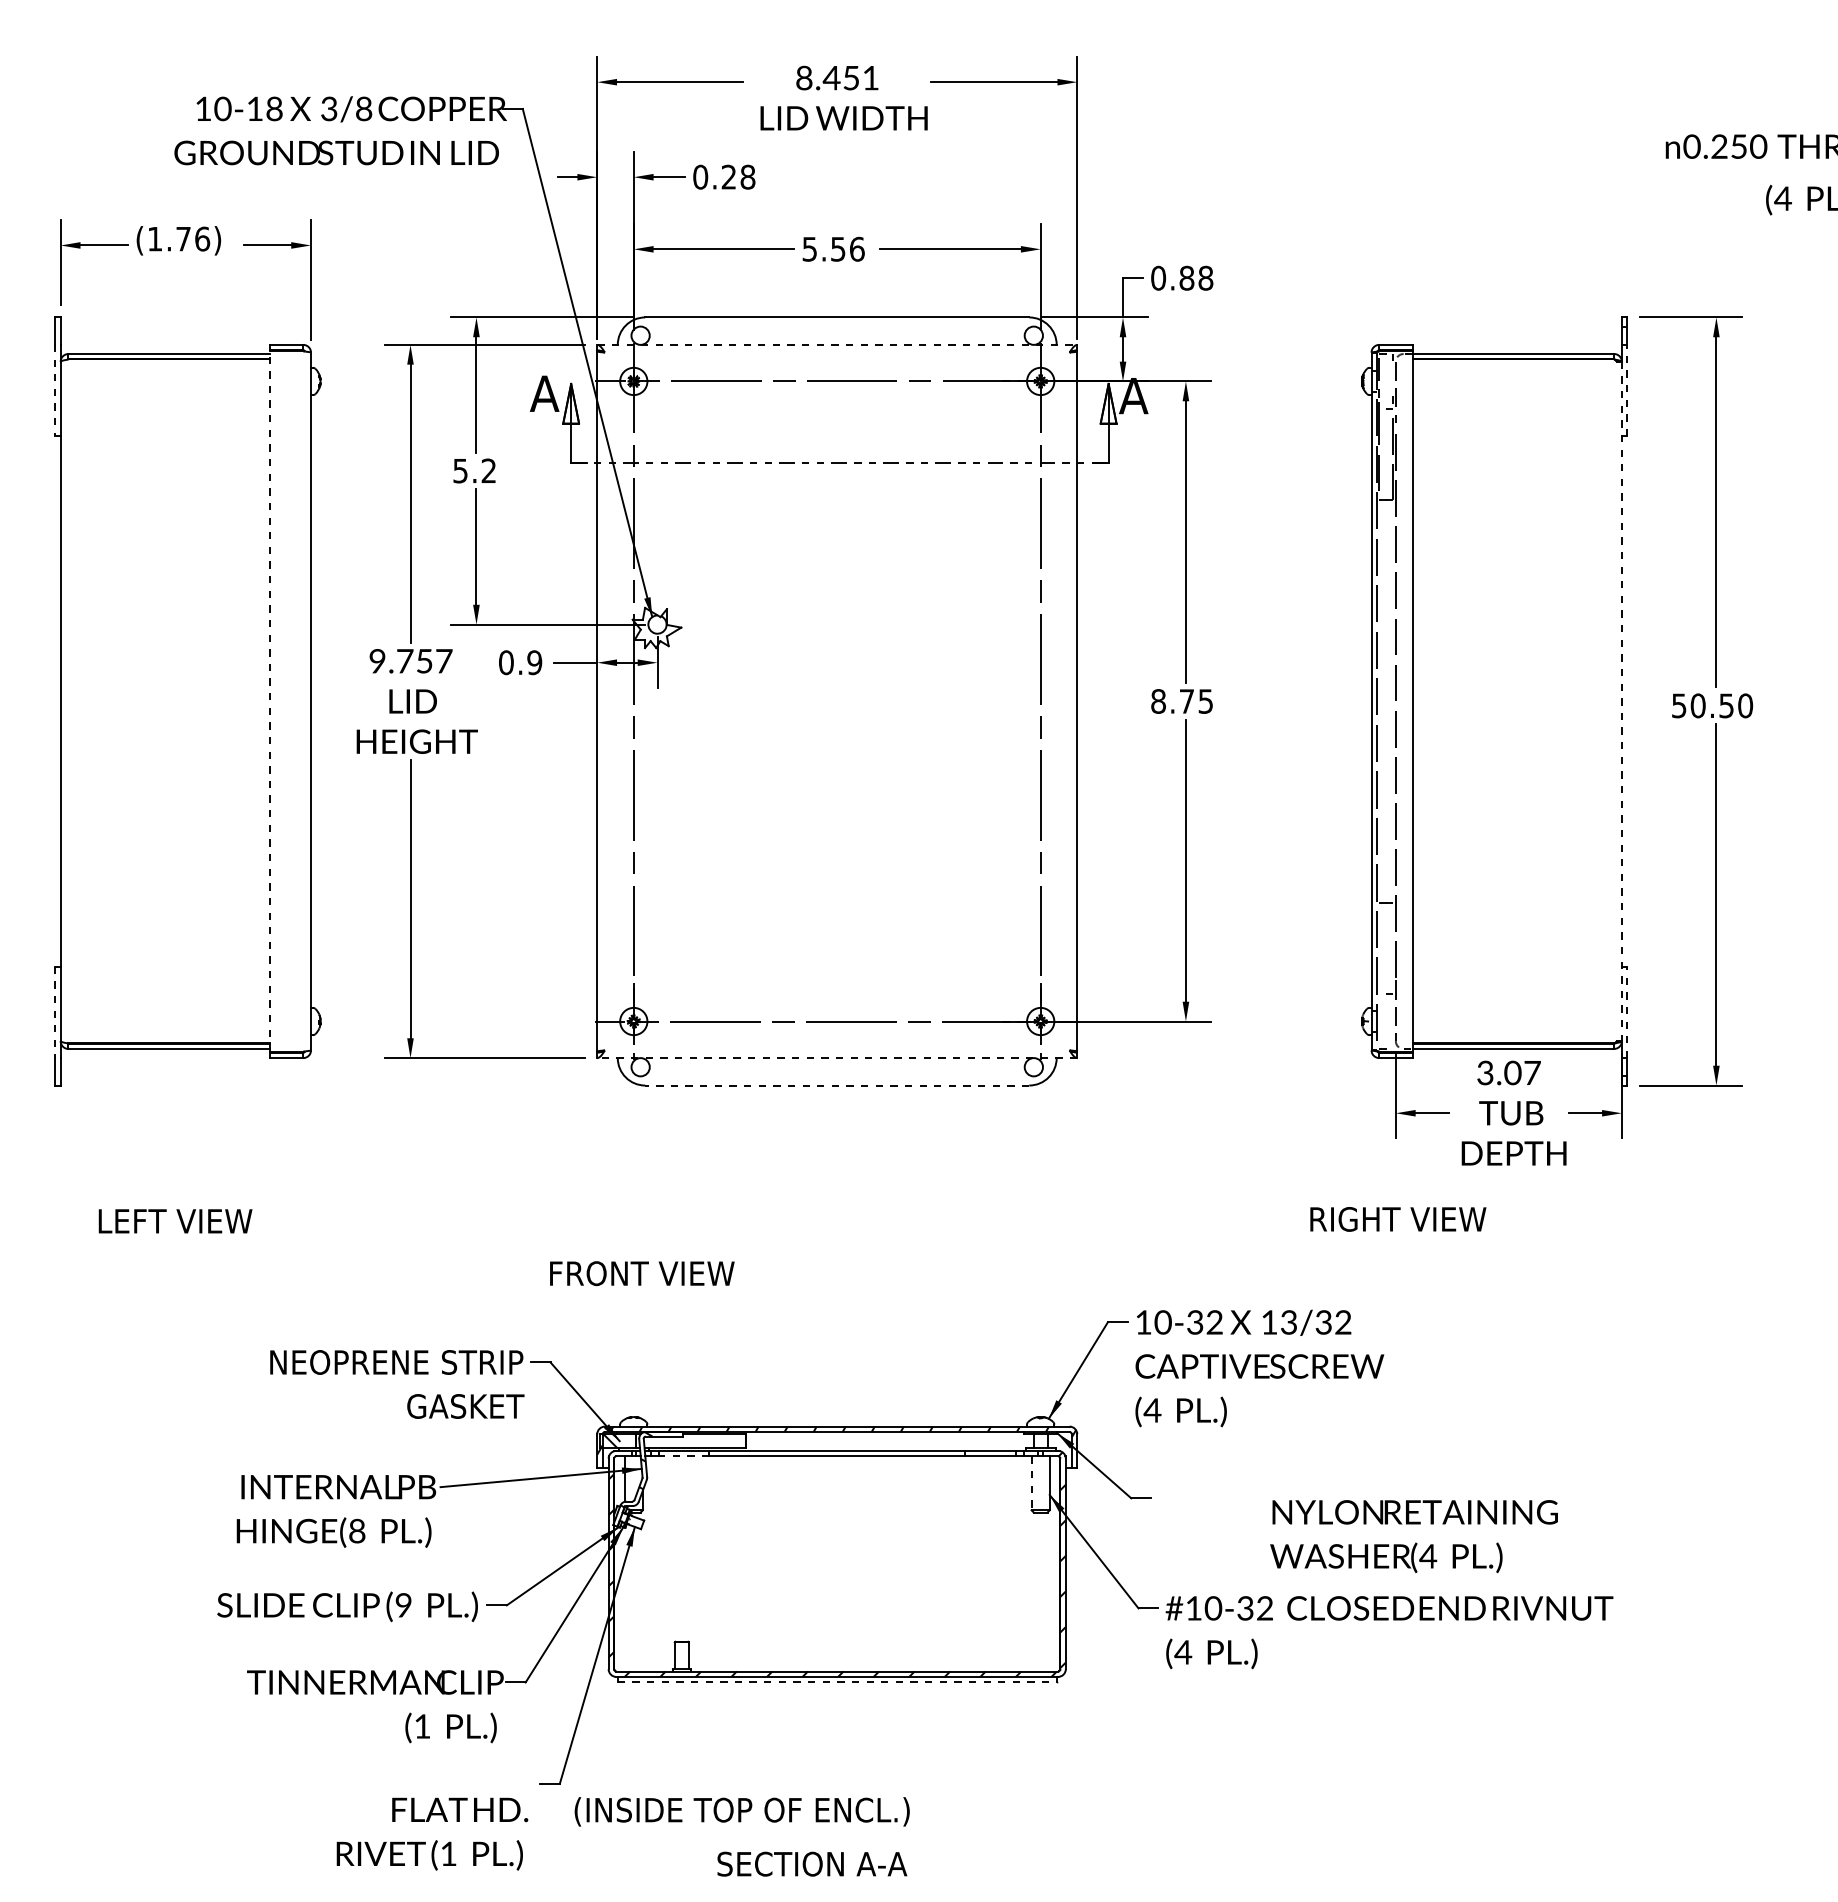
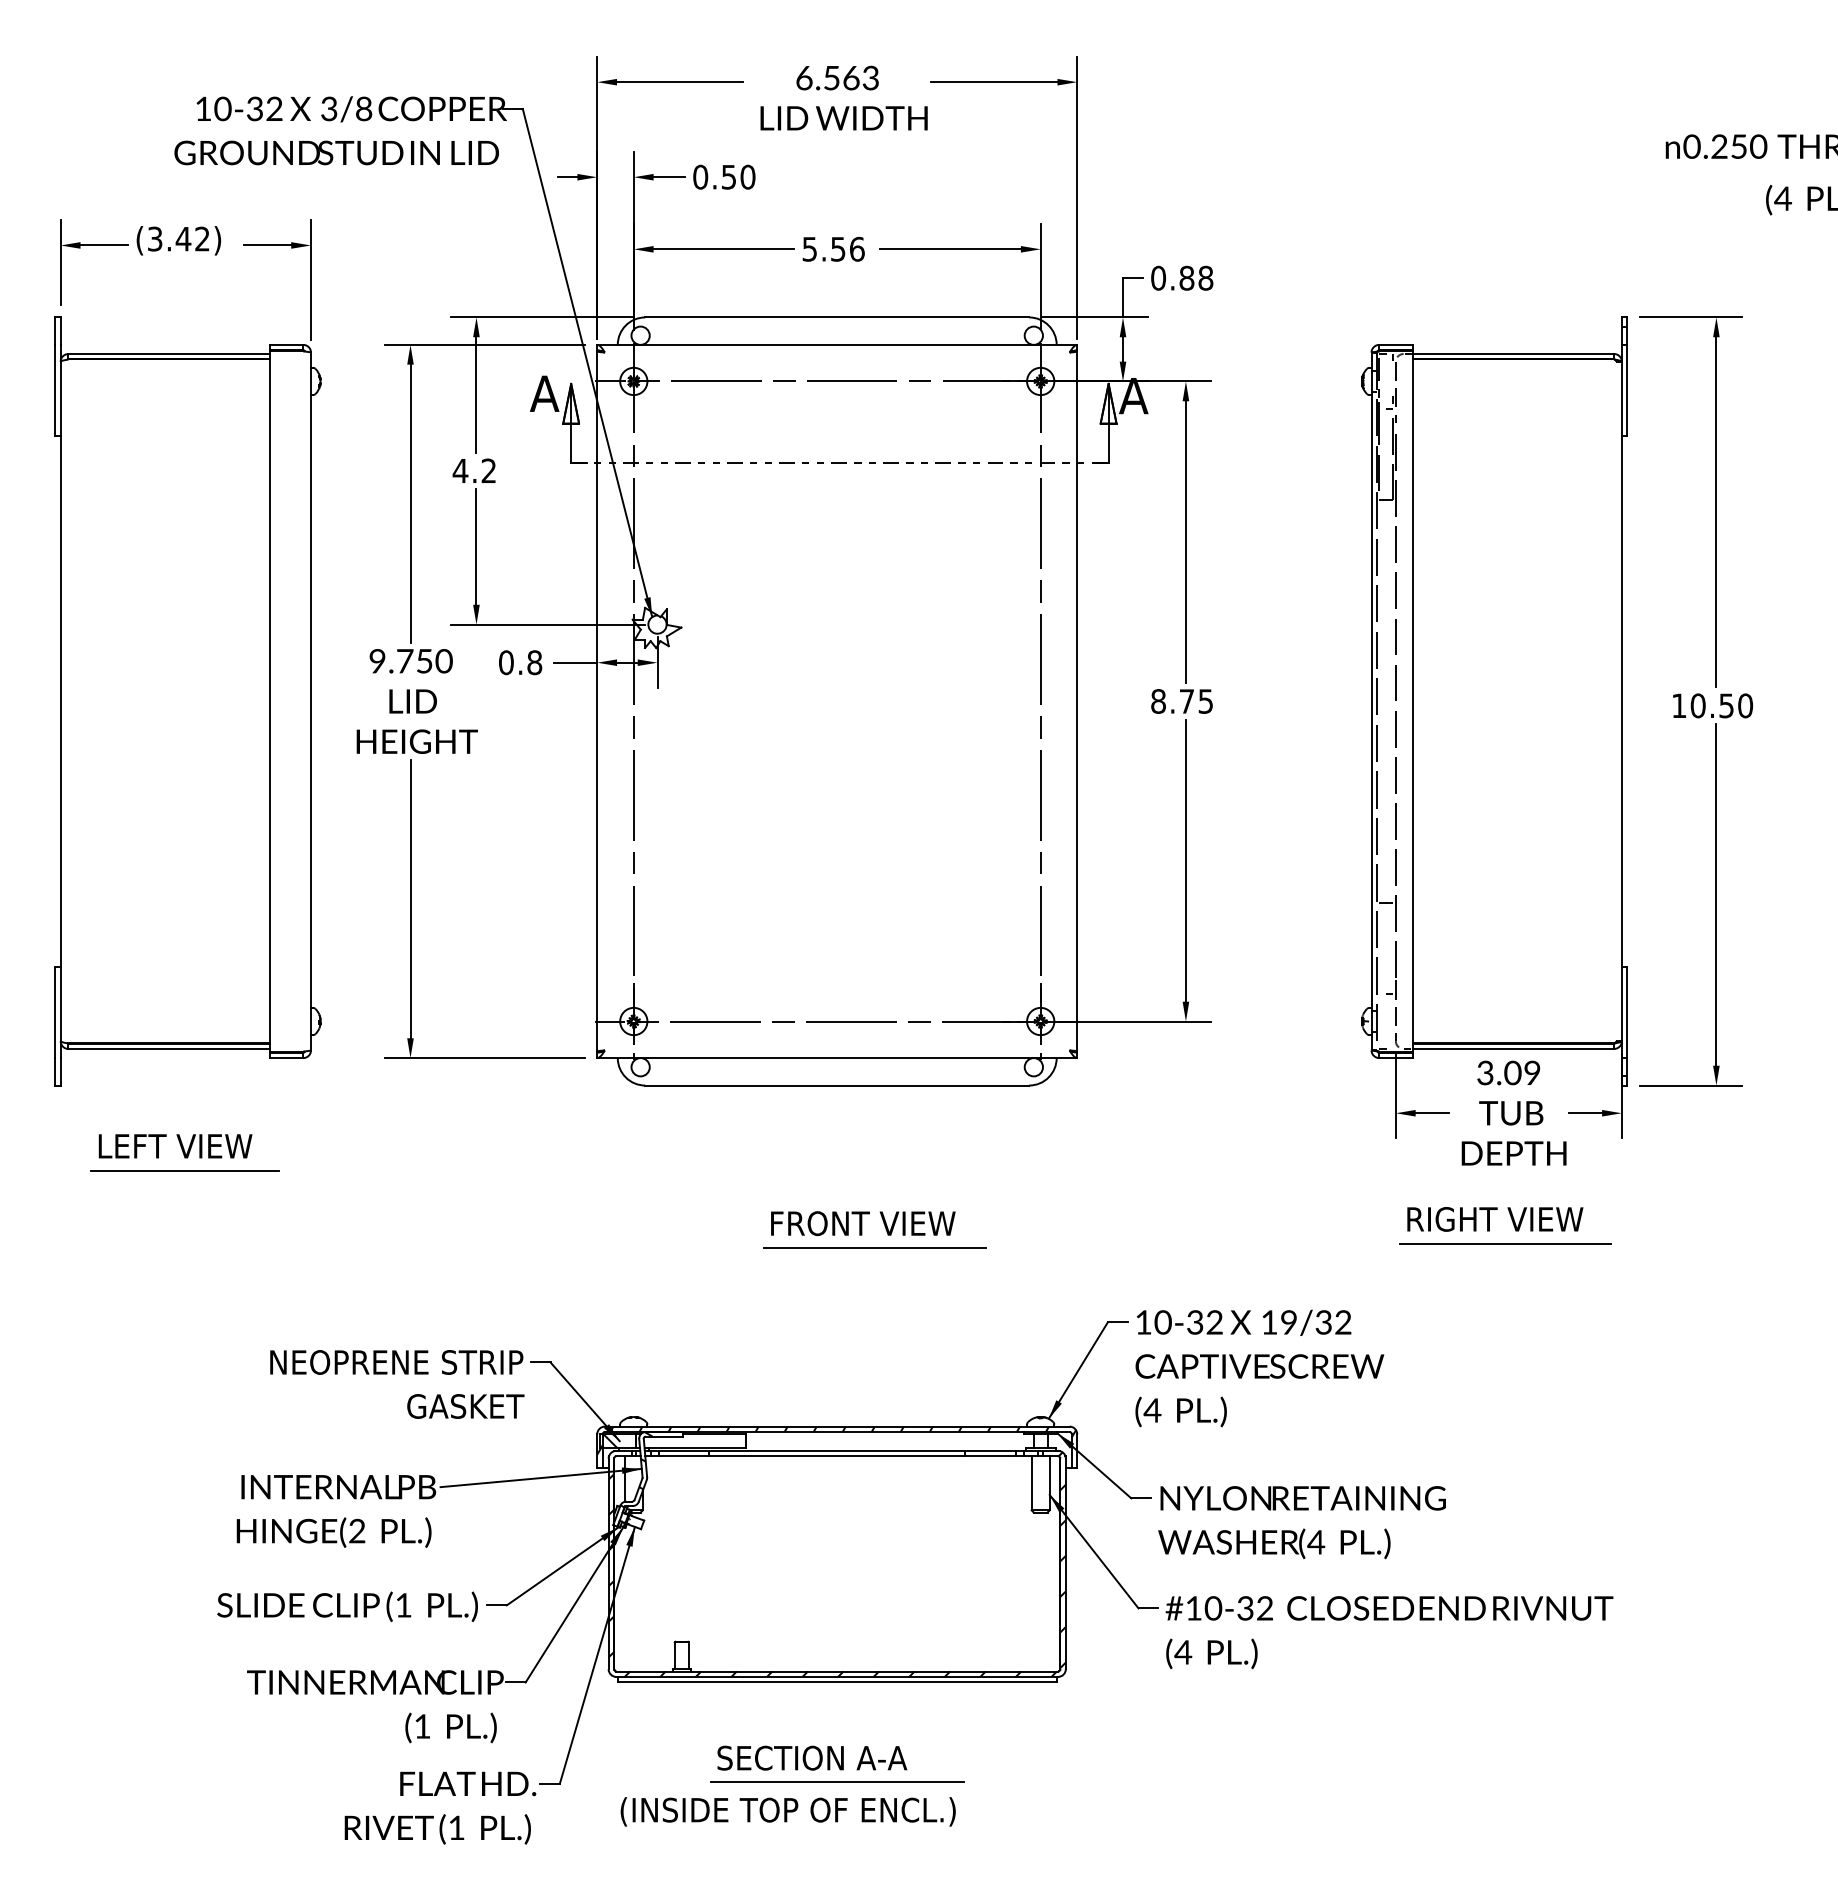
text at (837, 77): 8.451 -> 6.563
text at (264, 108): 10-18 -> 10-32
text at (738, 176): 0.28 -> 0.50
text at (179, 238): (1.76) -> (3.42)
line at (837, 344): dashed -> solid
line at (55, 390): dashed -> solid
line at (1627, 390): dashed -> solid
text at (460, 471): 5.2 -> 4.2
text at (443, 661): 9.757 -> 9.750
text at (534, 662): 0.9 -> 0.8
line at (270, 700): dashed -> solid
line at (1621, 701): dashed -> solid
text at (1679, 705): 50.50 -> 10.50
line at (55, 1012): dashed -> solid
line at (1627, 1012): dashed -> solid
line at (836, 1058): dashed -> solid
text at (1532, 1072): 3.07 -> 3.09
line at (836, 1085): dashed -> solid
line at (184, 1170): none -> present
text at (1398, 1219) position: (1398, 1219) -> (1495, 1219)
text at (175, 1221) position: (175, 1221) -> (175, 1146)
line at (1504, 1243): none -> present
line at (874, 1247): none -> present
text at (642, 1273) position: (642, 1273) -> (863, 1223)
text at (1288, 1322): 13/32 -> 19/32
line at (683, 1456): dashed -> solid
line at (1031, 1483): dashed -> solid
text at (357, 1531): (8 -> (2
text at (1413, 1536) position: (1413, 1536) -> (1301, 1522)
text at (403, 1605): (9 -> (1
line at (837, 1682): dashed -> solid
line at (837, 1781): none -> present
text at (741, 1811) position: (741, 1811) -> (787, 1811)
text at (432, 1833) position: (432, 1833) -> (440, 1807)
text at (812, 1863) position: (812, 1863) -> (812, 1757)
